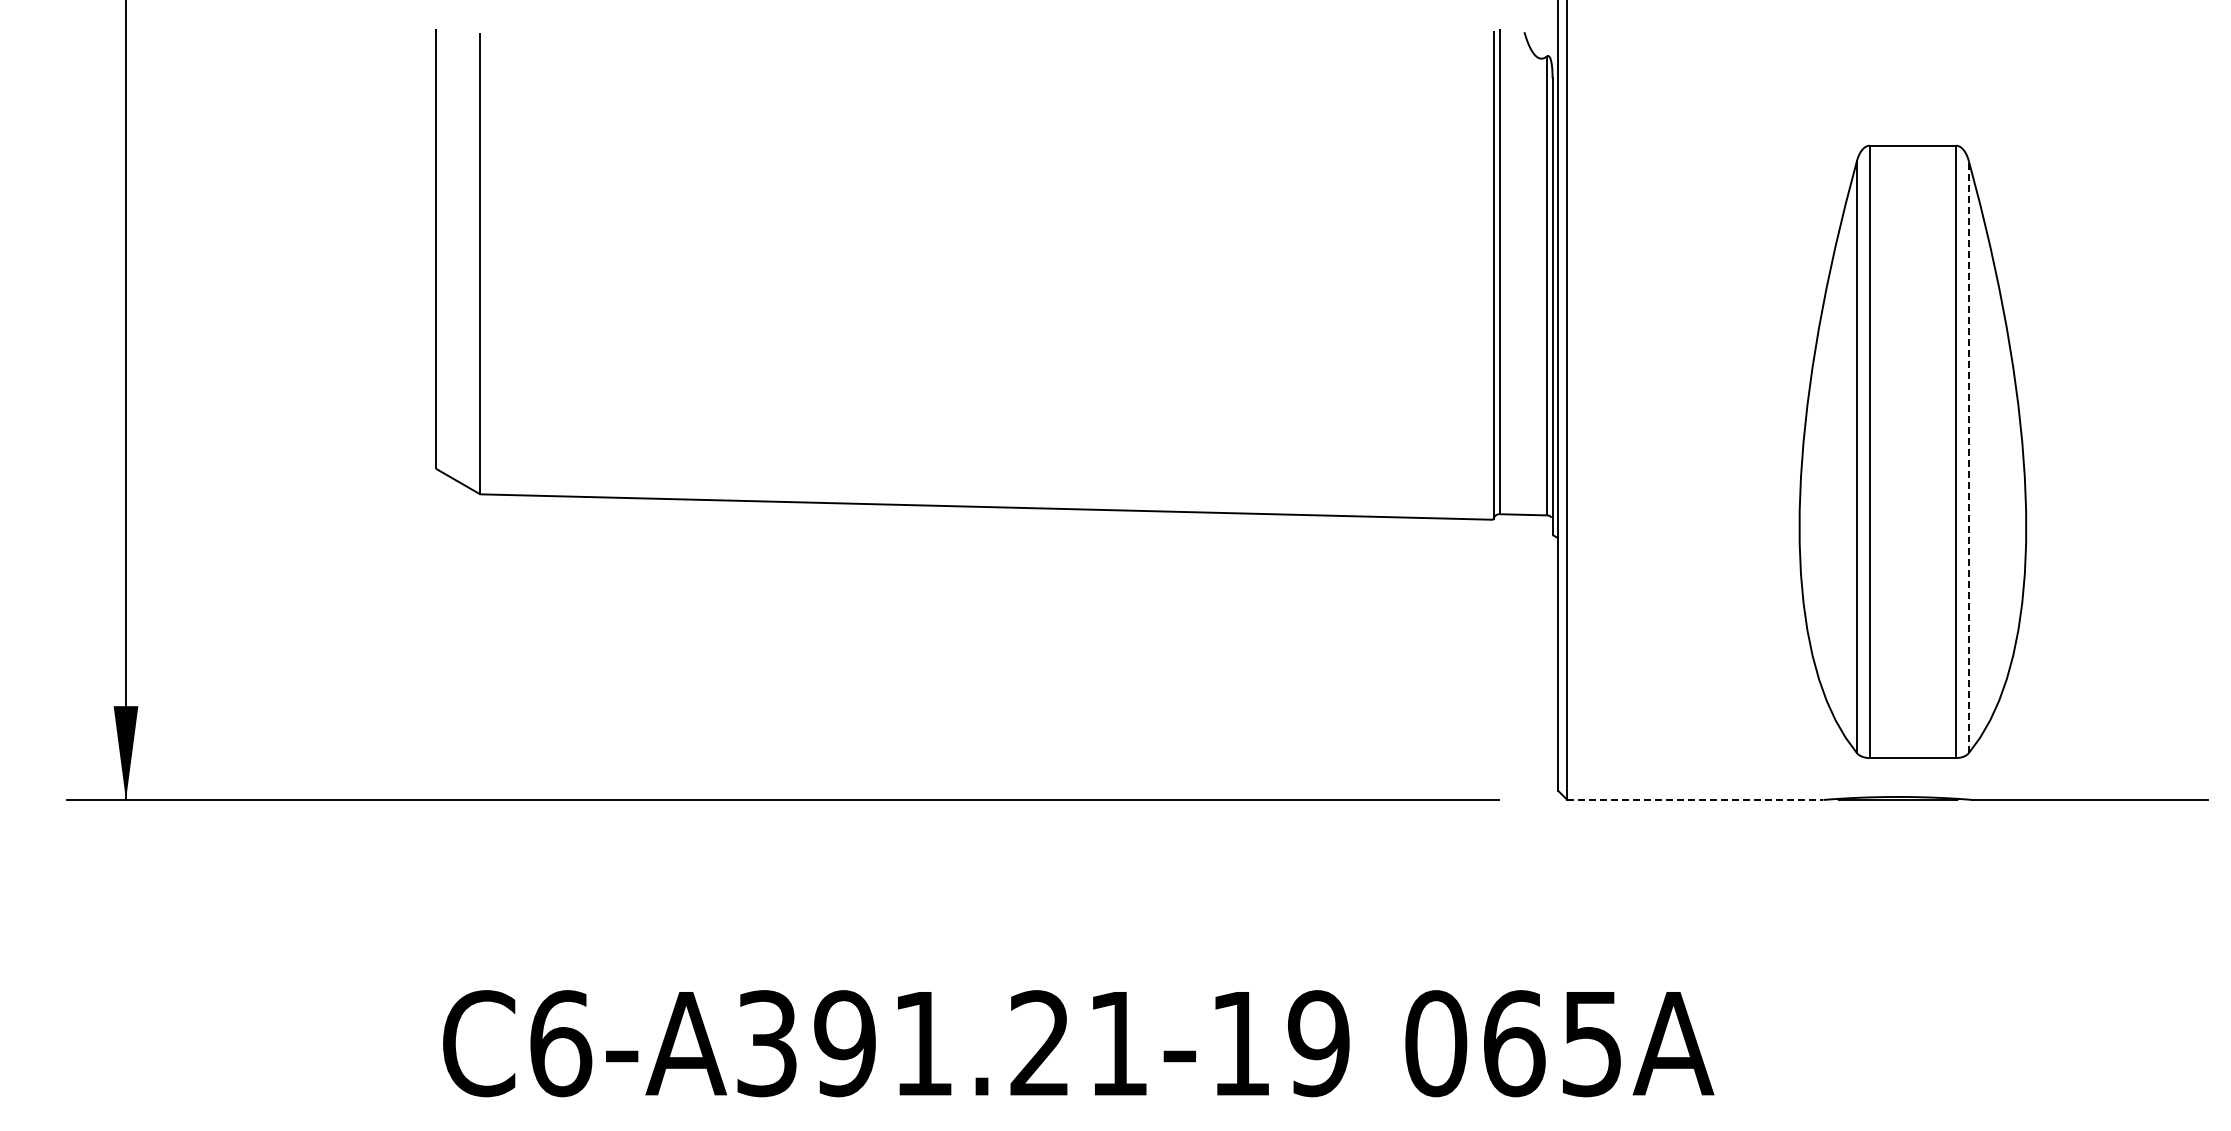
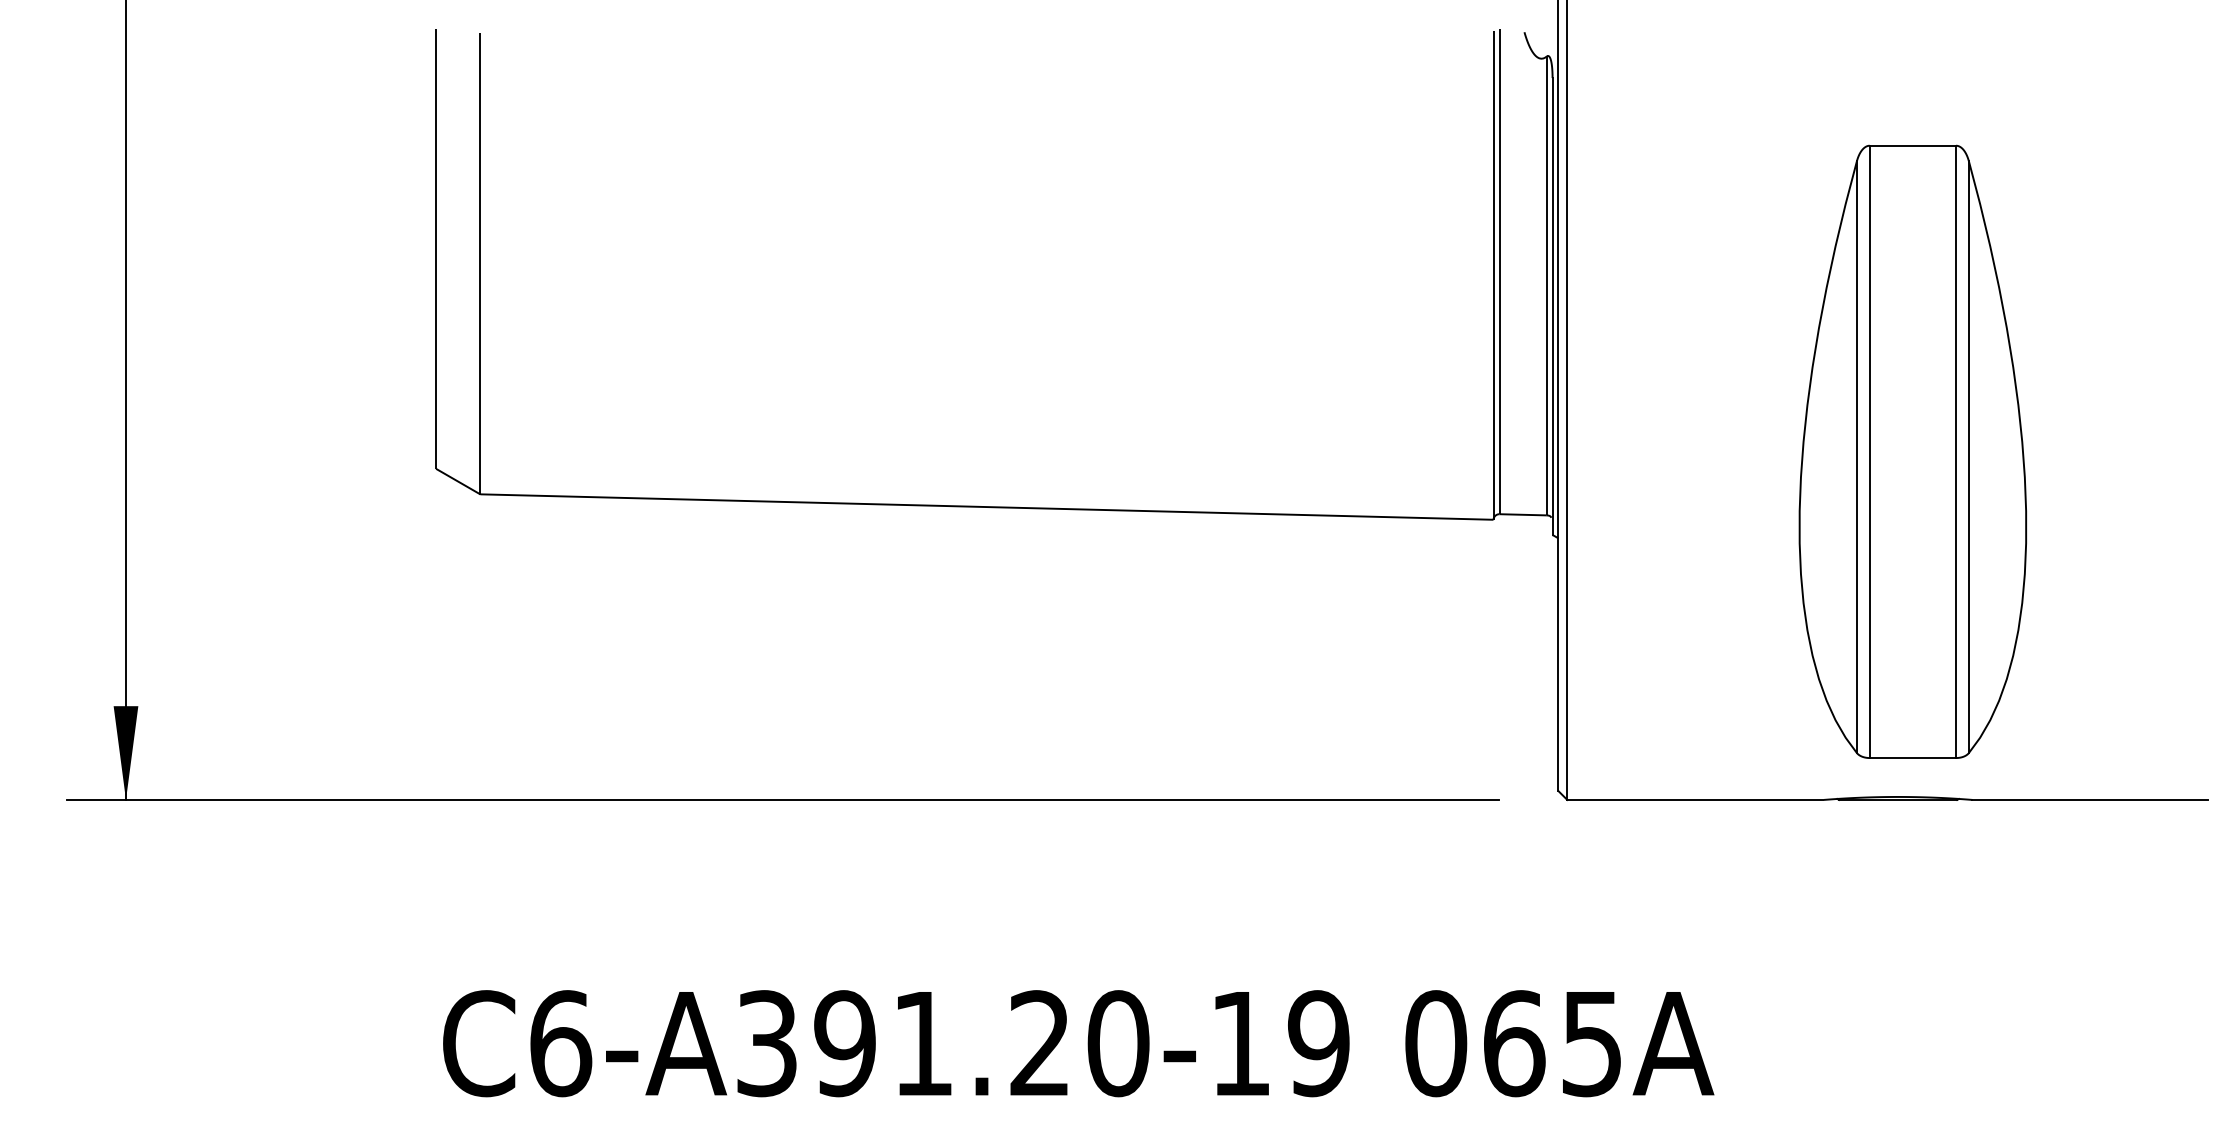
line at (1968, 456): dashed -> solid
line at (1695, 799): dashed -> solid
text at (1118, 1043): C6-A391.21-19 -> C6-A391.20-19
